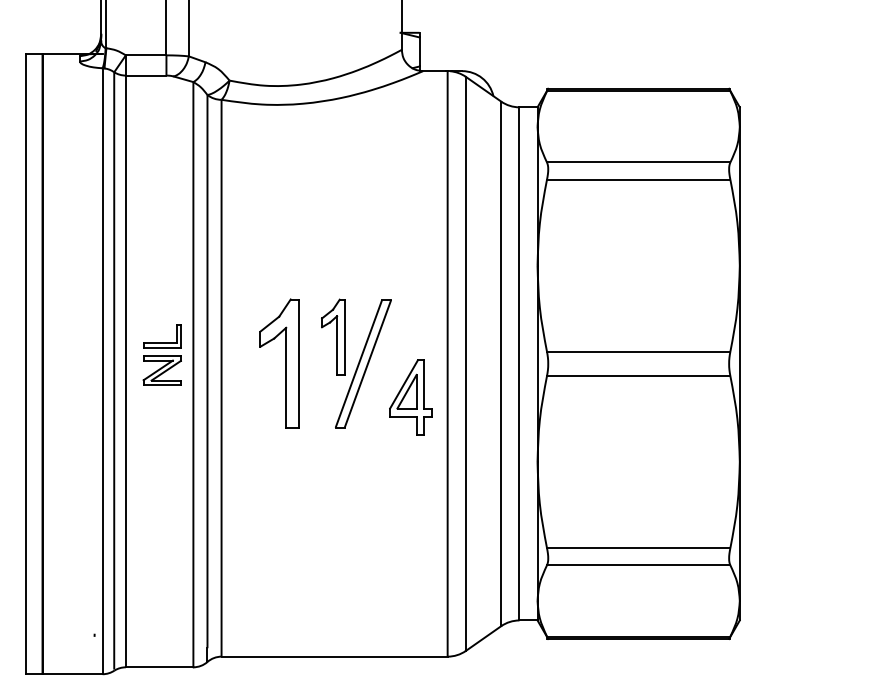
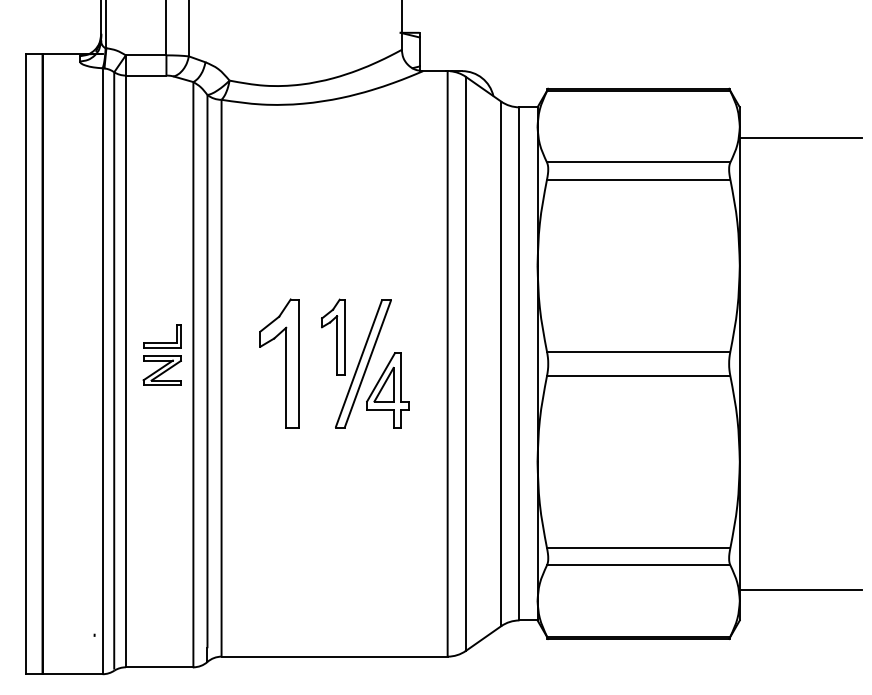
line at (800, 138): none -> present
part at (410, 397) position: (410, 397) -> (387, 390)
line at (800, 589): none -> present
